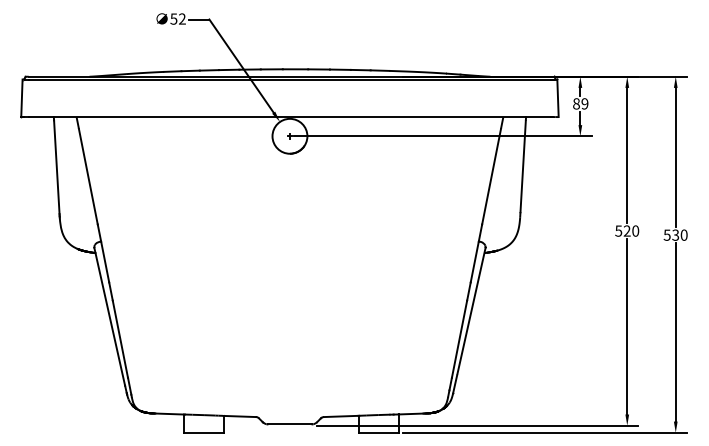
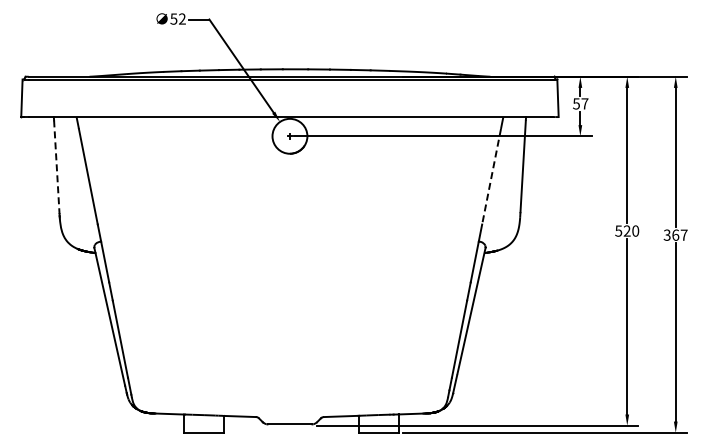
text at (580, 103): 89 -> 57
line at (56, 167): solid -> dashed
line at (491, 176): solid -> dashed
text at (675, 234): 530 -> 367
